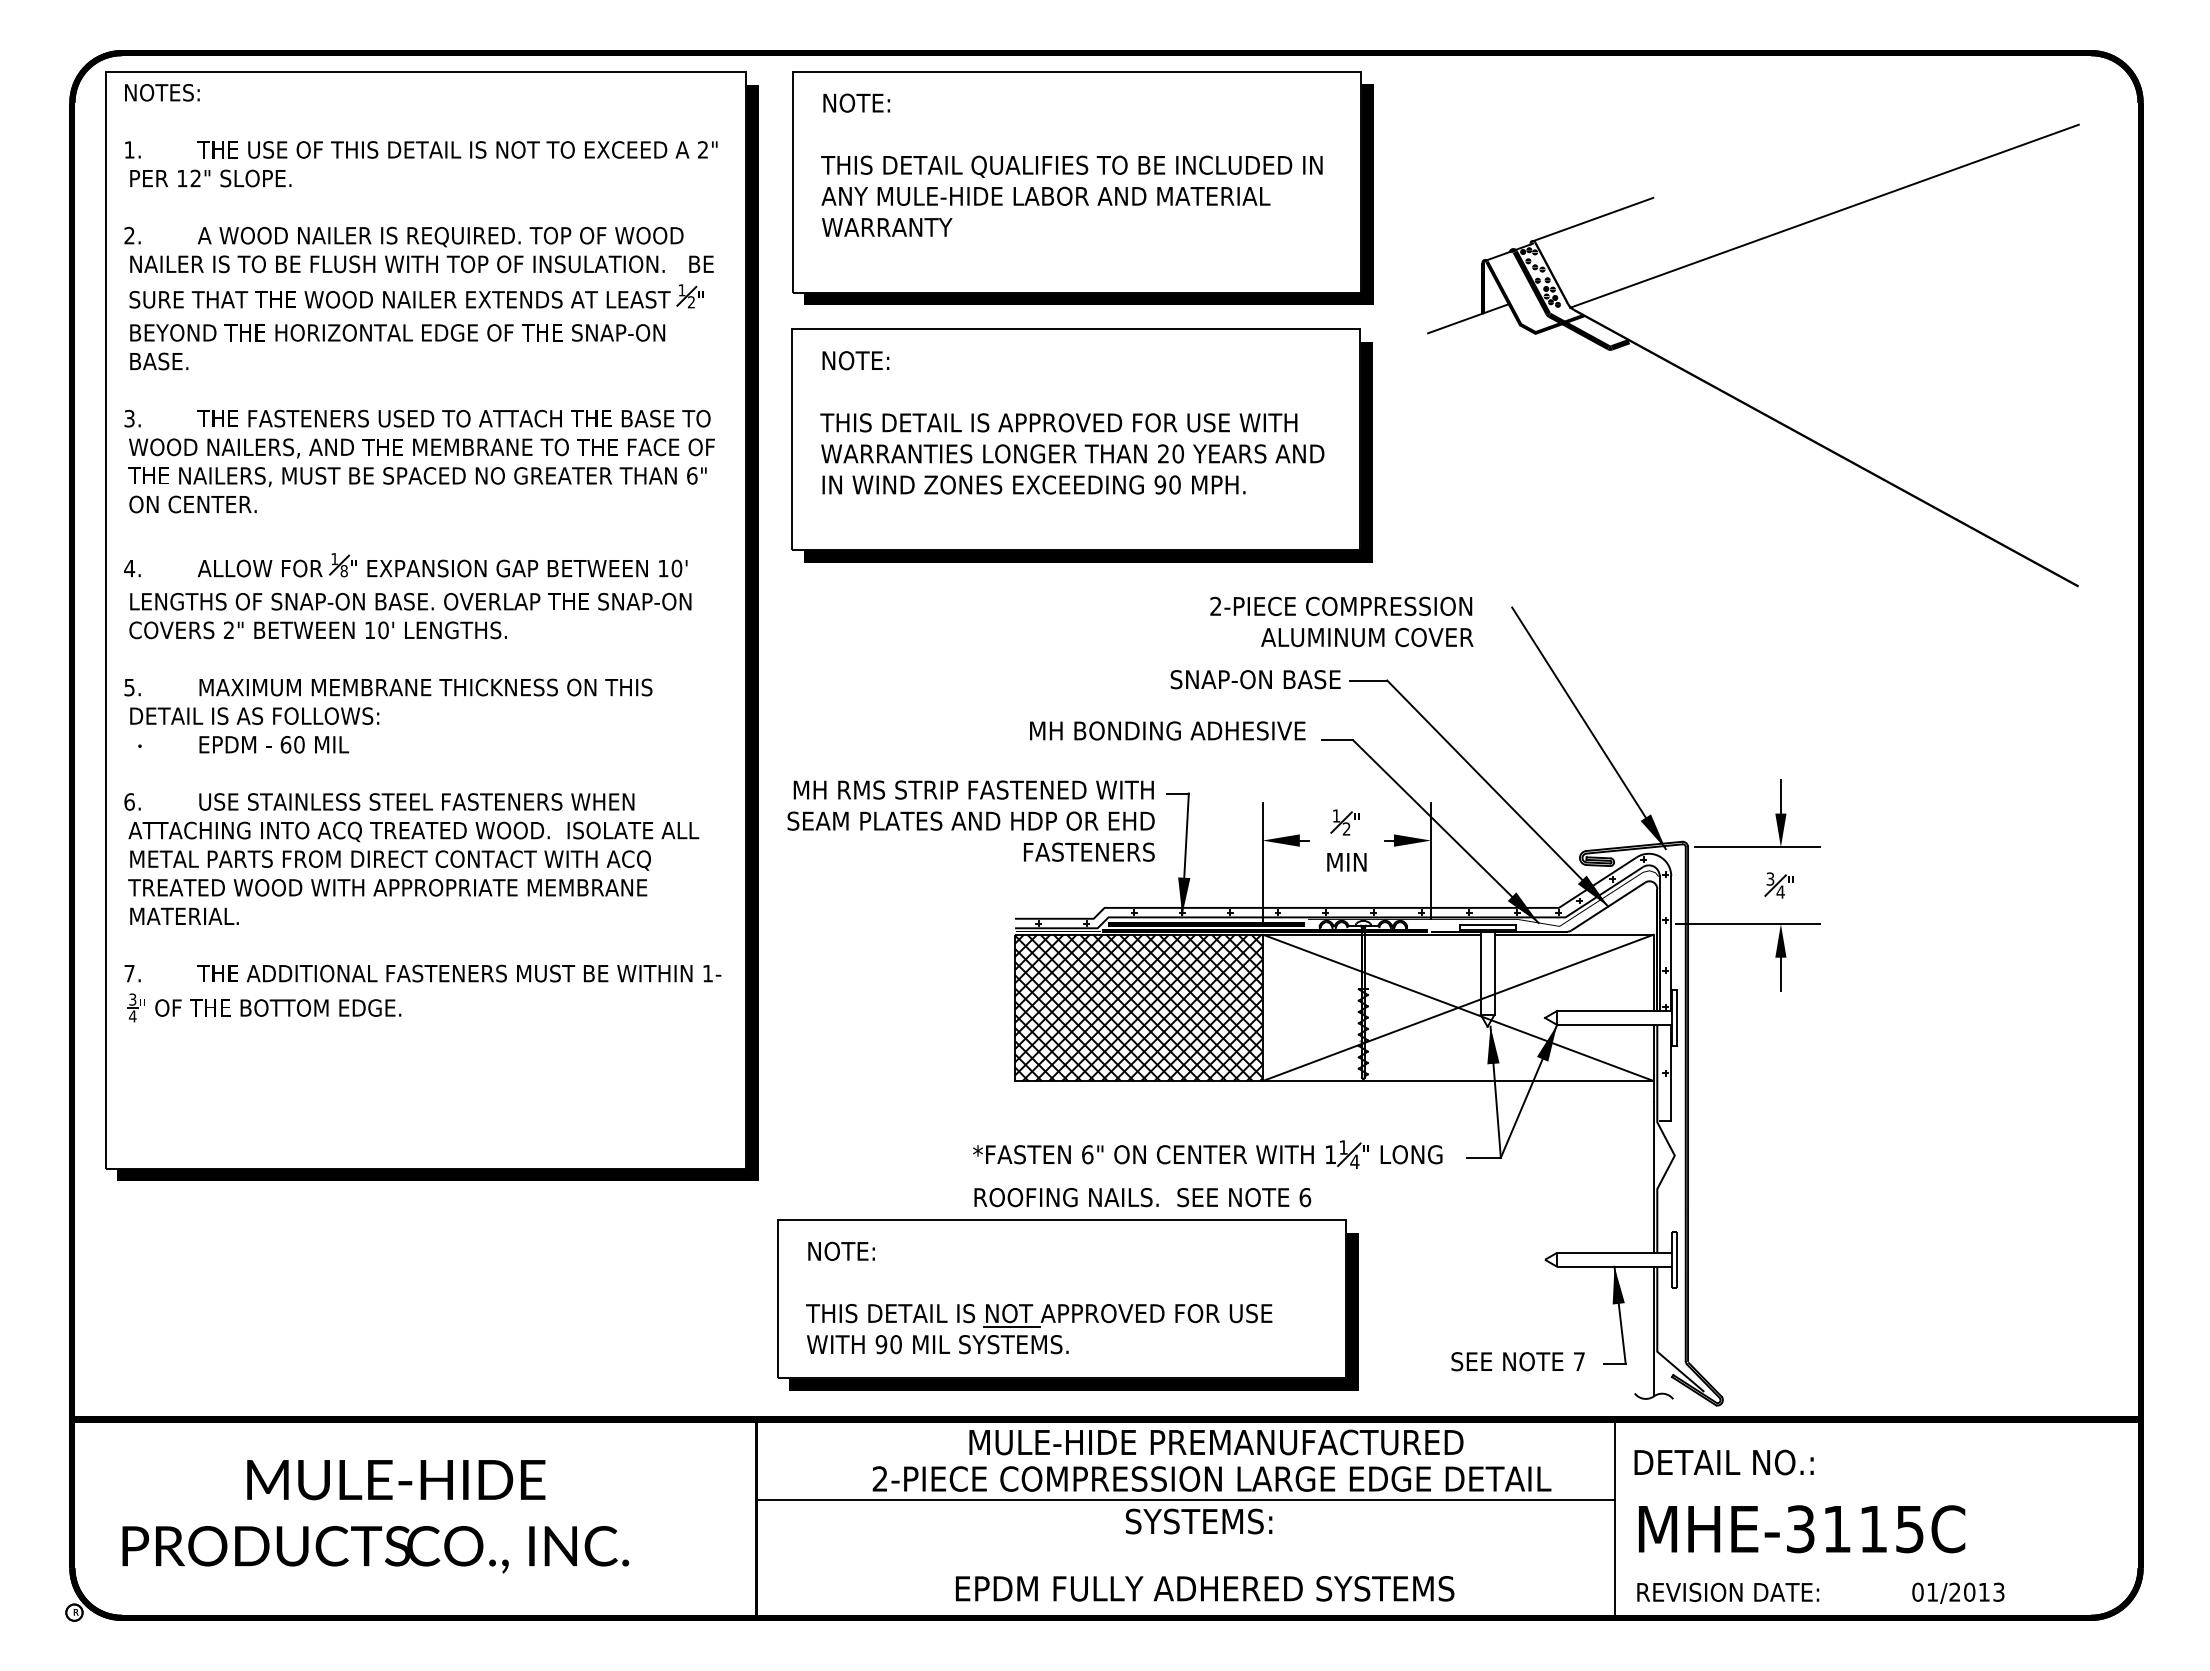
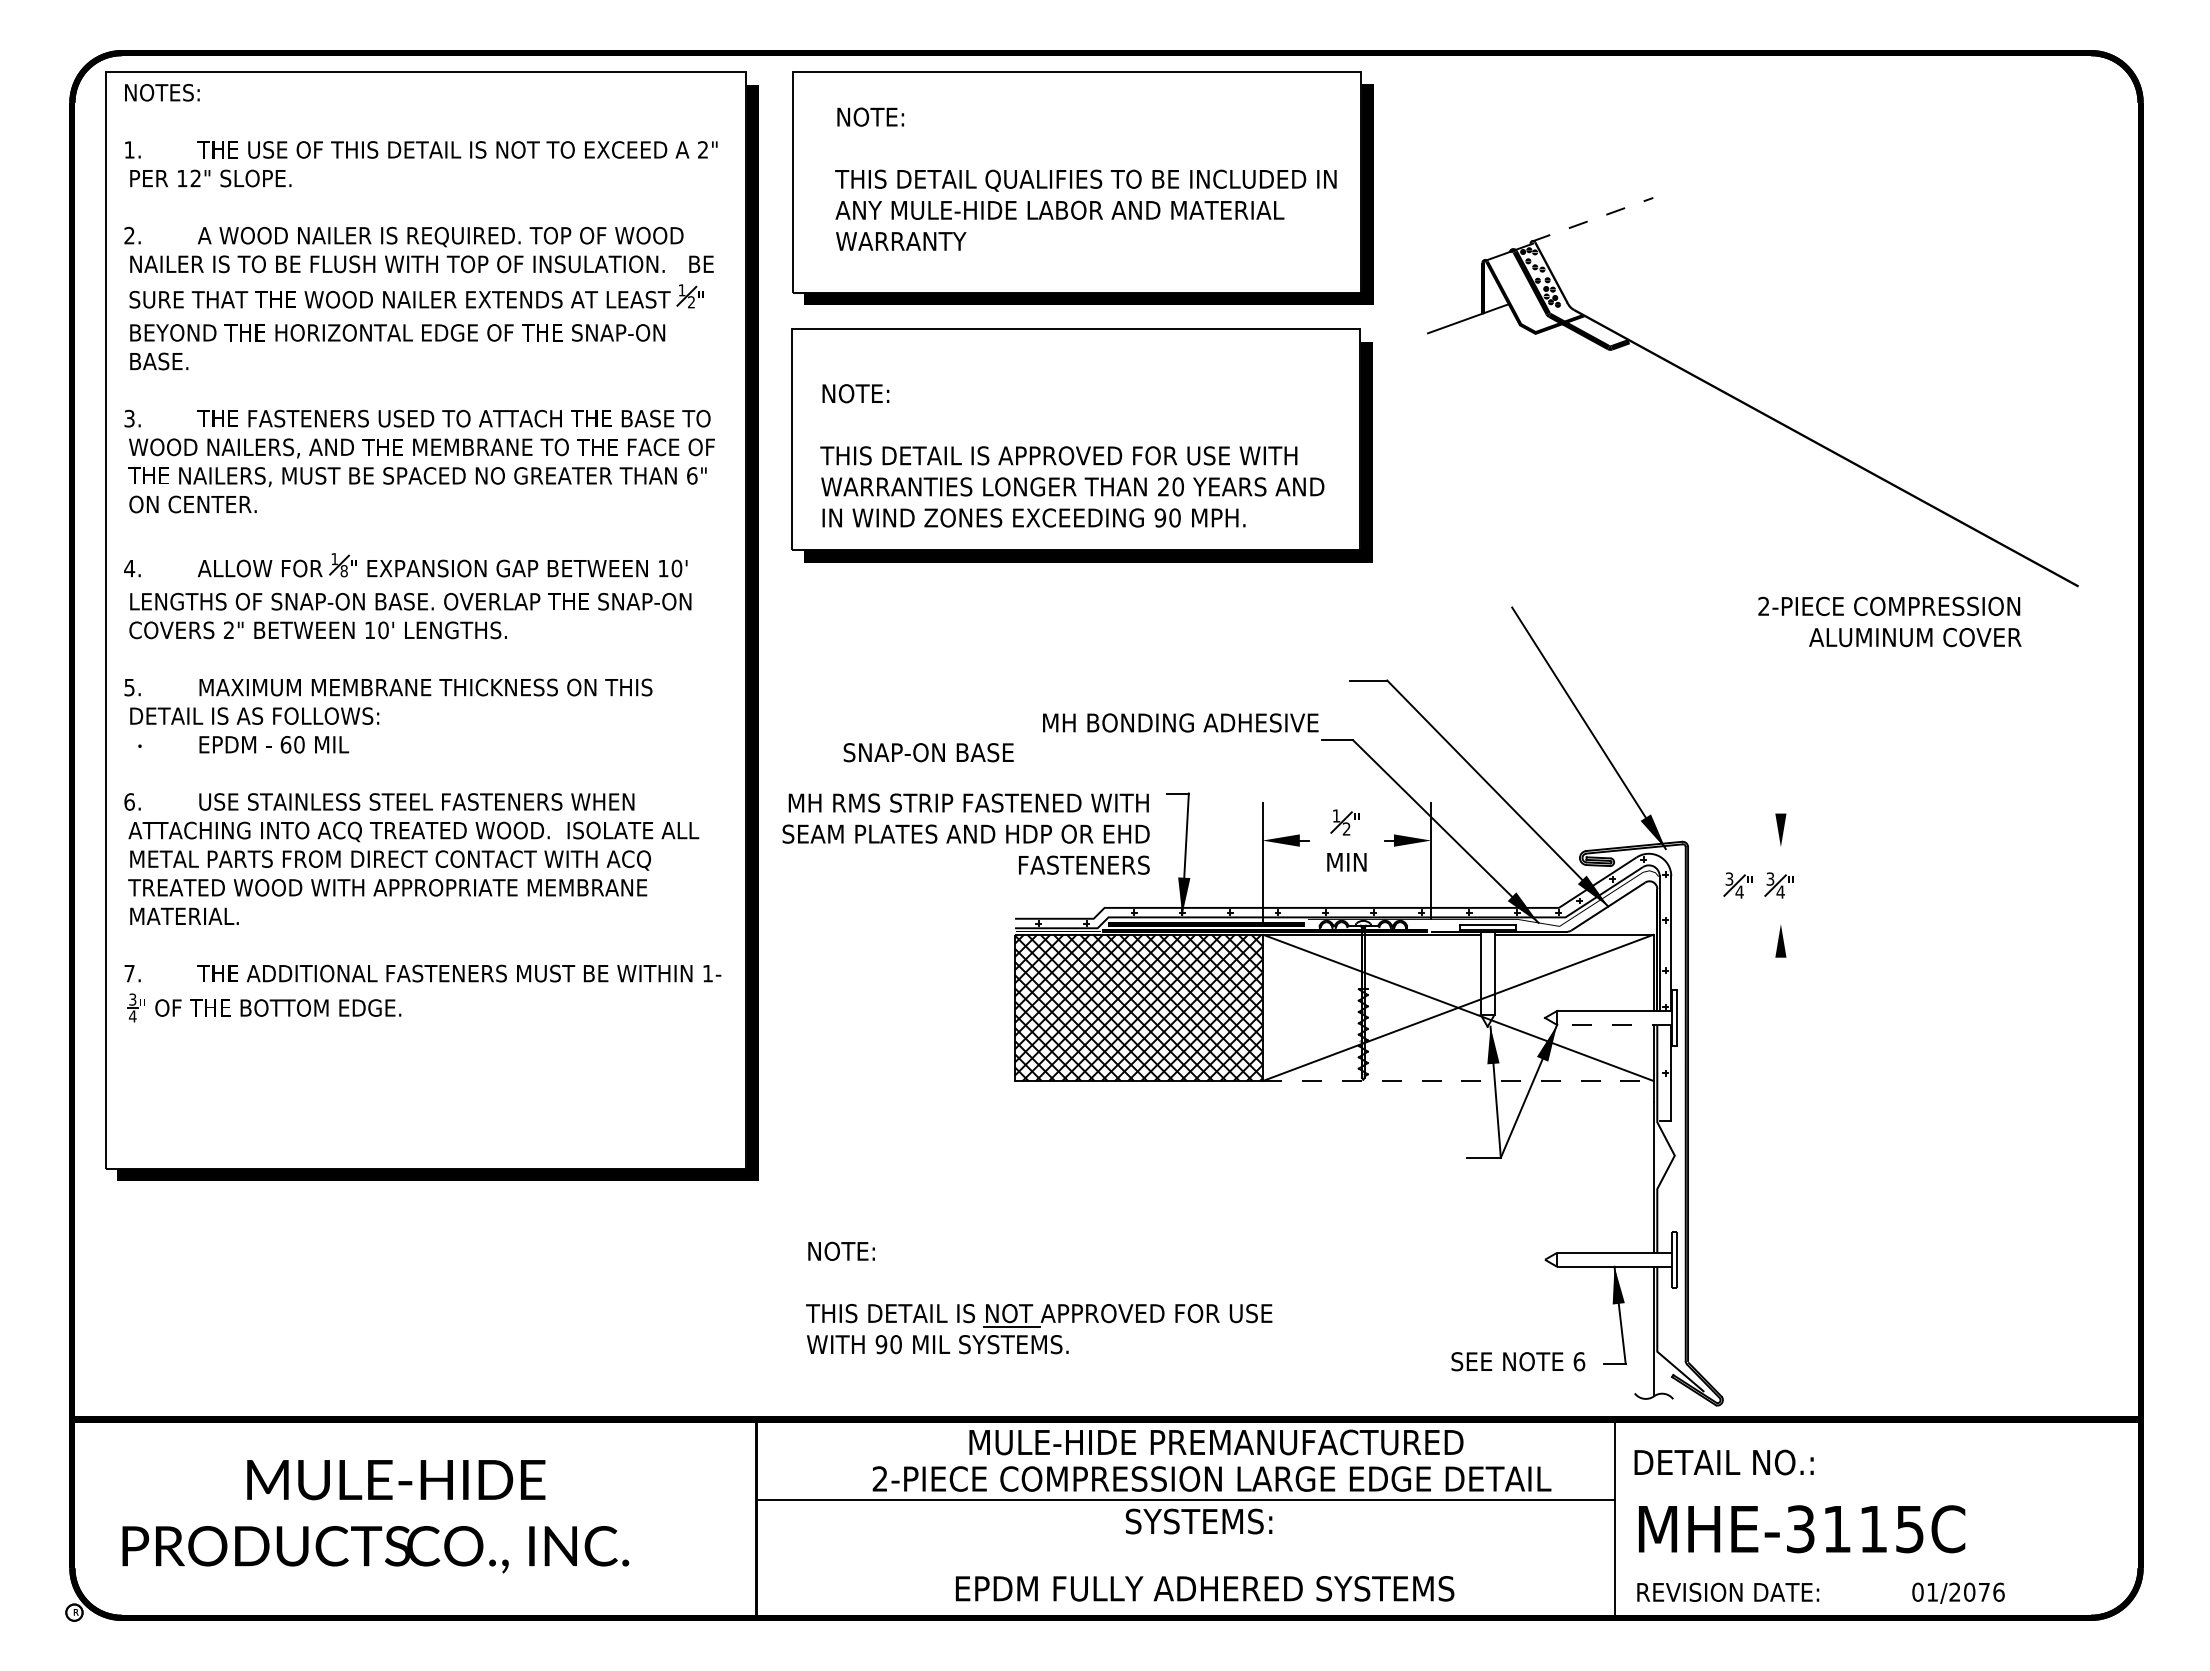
text at (1071, 164) position: (1071, 164) -> (1085, 178)
line at (1824, 215): present -> none
line at (1592, 219): solid -> dashed
text at (1072, 422) position: (1072, 422) -> (1072, 455)
text at (1341, 621) position: (1341, 621) -> (1889, 621)
text at (1255, 679) position: (1255, 679) -> (928, 752)
text at (1167, 730) position: (1167, 730) -> (1180, 722)
line at (1780, 796): present -> none
text at (970, 820) position: (970, 820) -> (965, 833)
line at (1757, 847): present -> none
part at (1737, 885): none -> present
line at (1747, 924): present -> none
line at (1780, 974): present -> none
line at (1614, 1024): solid -> dashed
line at (1458, 1081): solid -> dashed
part at (1209, 1163): present -> none
part at (1067, 1304): present -> none
text at (1579, 1361): 7 -> 6
text at (1991, 1591): 01/2013 -> 01/2076
